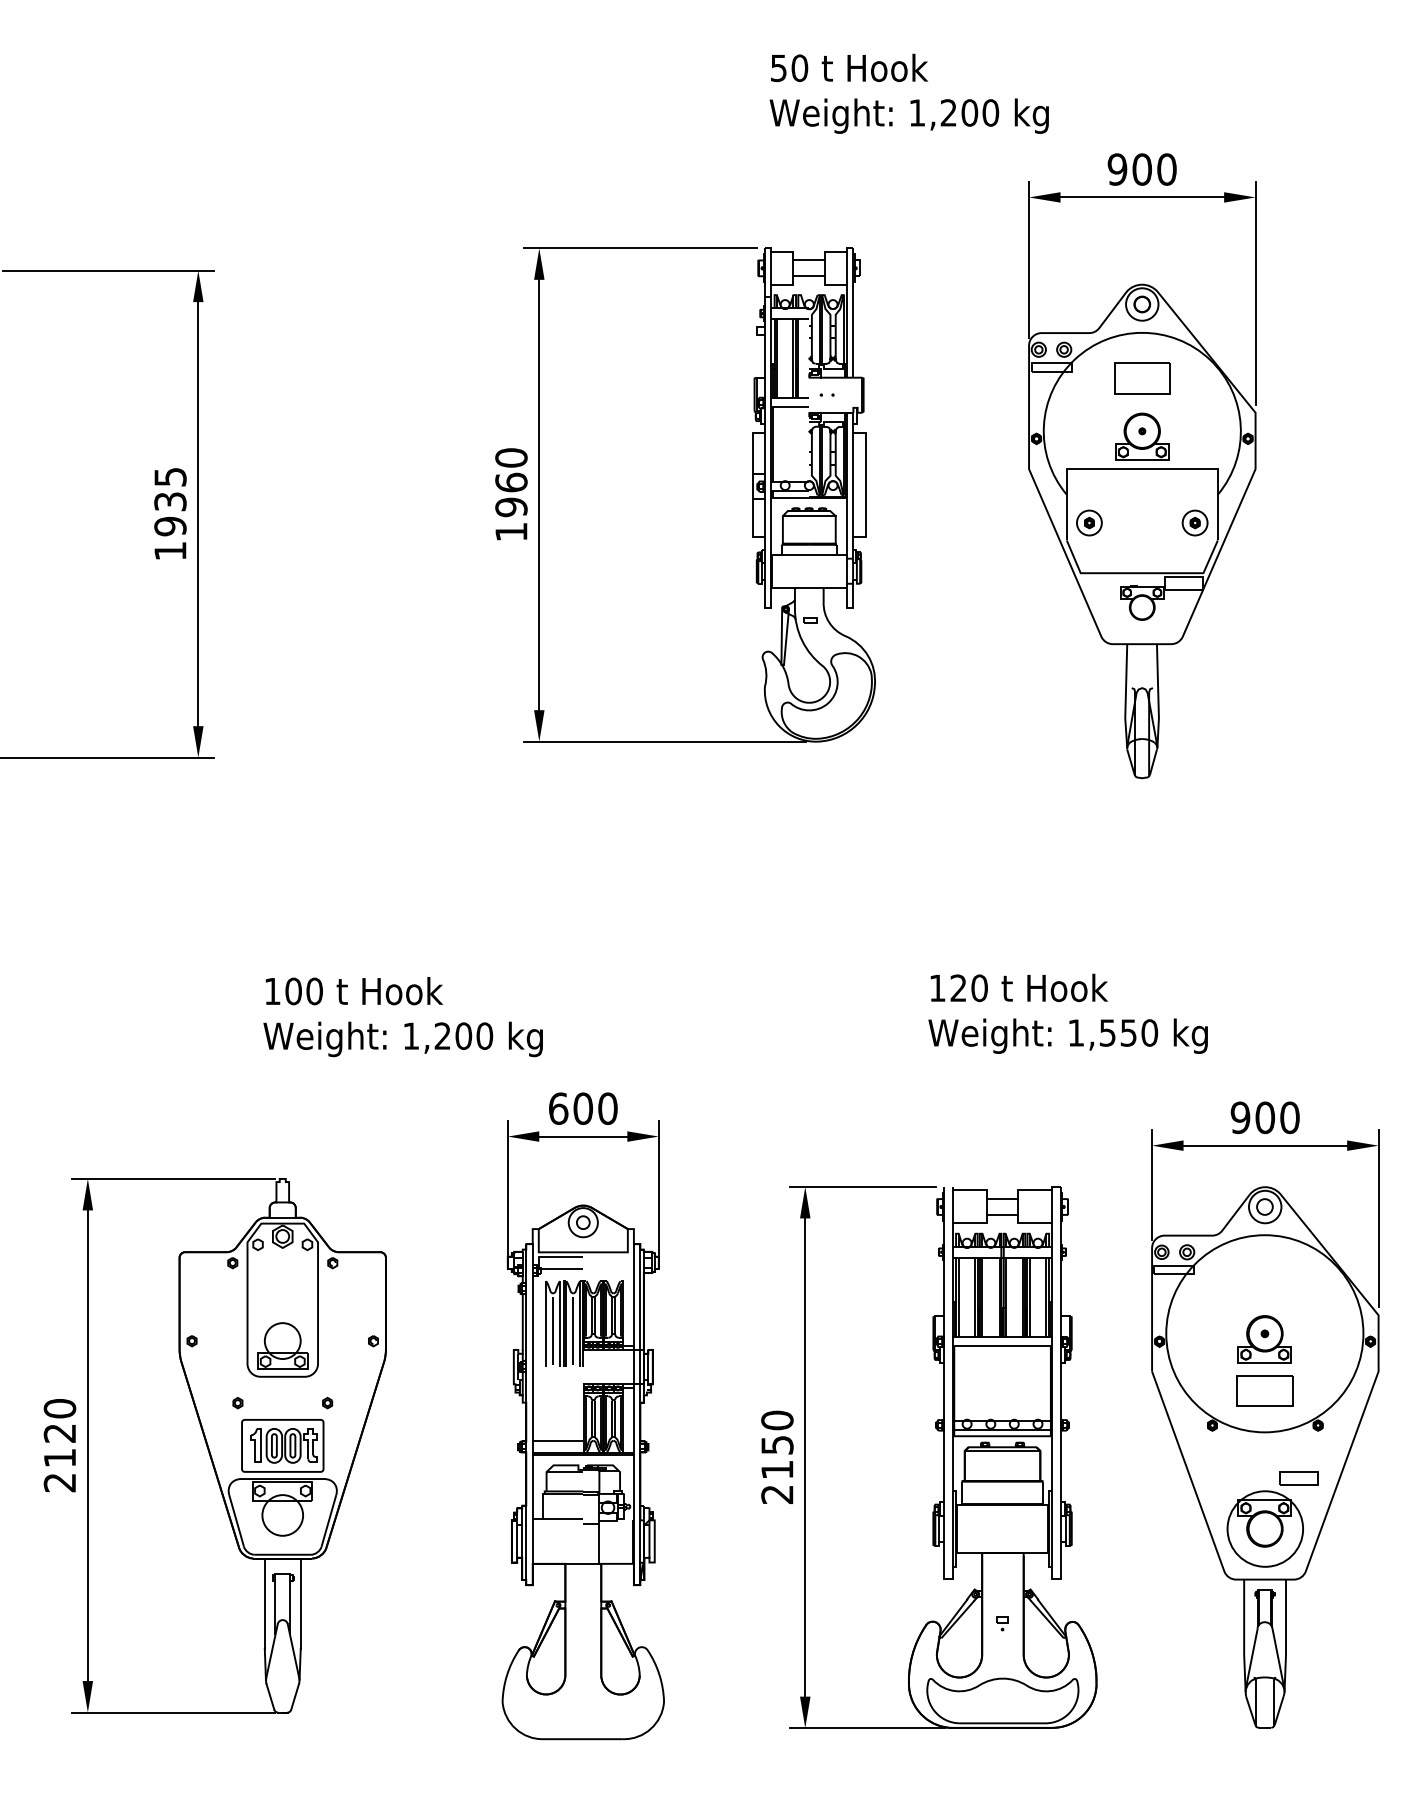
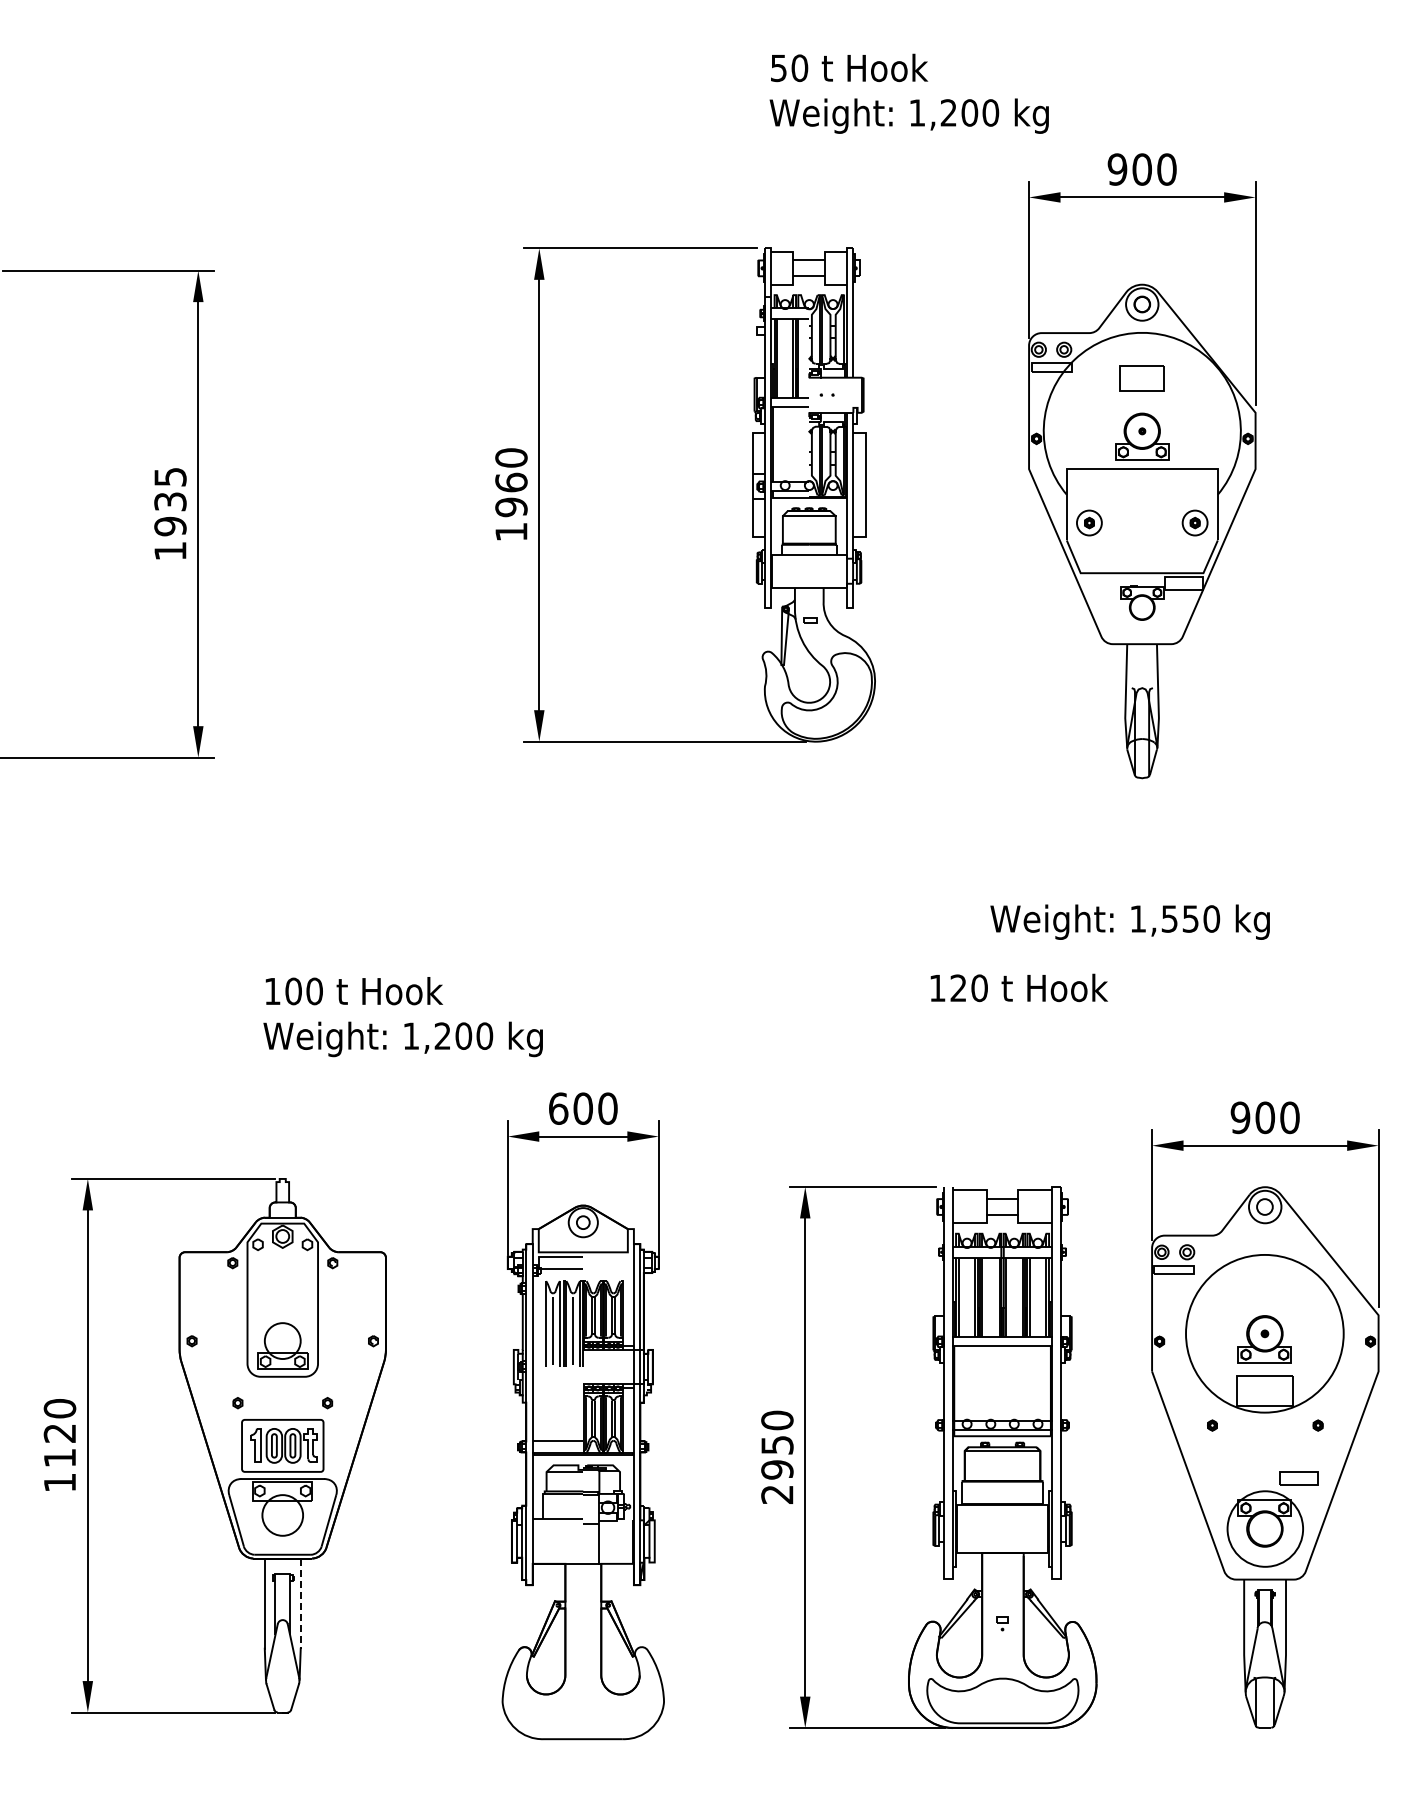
part at (1142, 378) size: 57x33 px -> 46x27 px
text at (1067, 1035) position: (1067, 1035) -> (1129, 921)
circle at (1264, 1333) diameter: 197 px -> 158 px
text at (777, 1469): 2150 -> 2950
text at (59, 1483): 2120 -> 1120
line at (300, 1604): solid -> dashed
